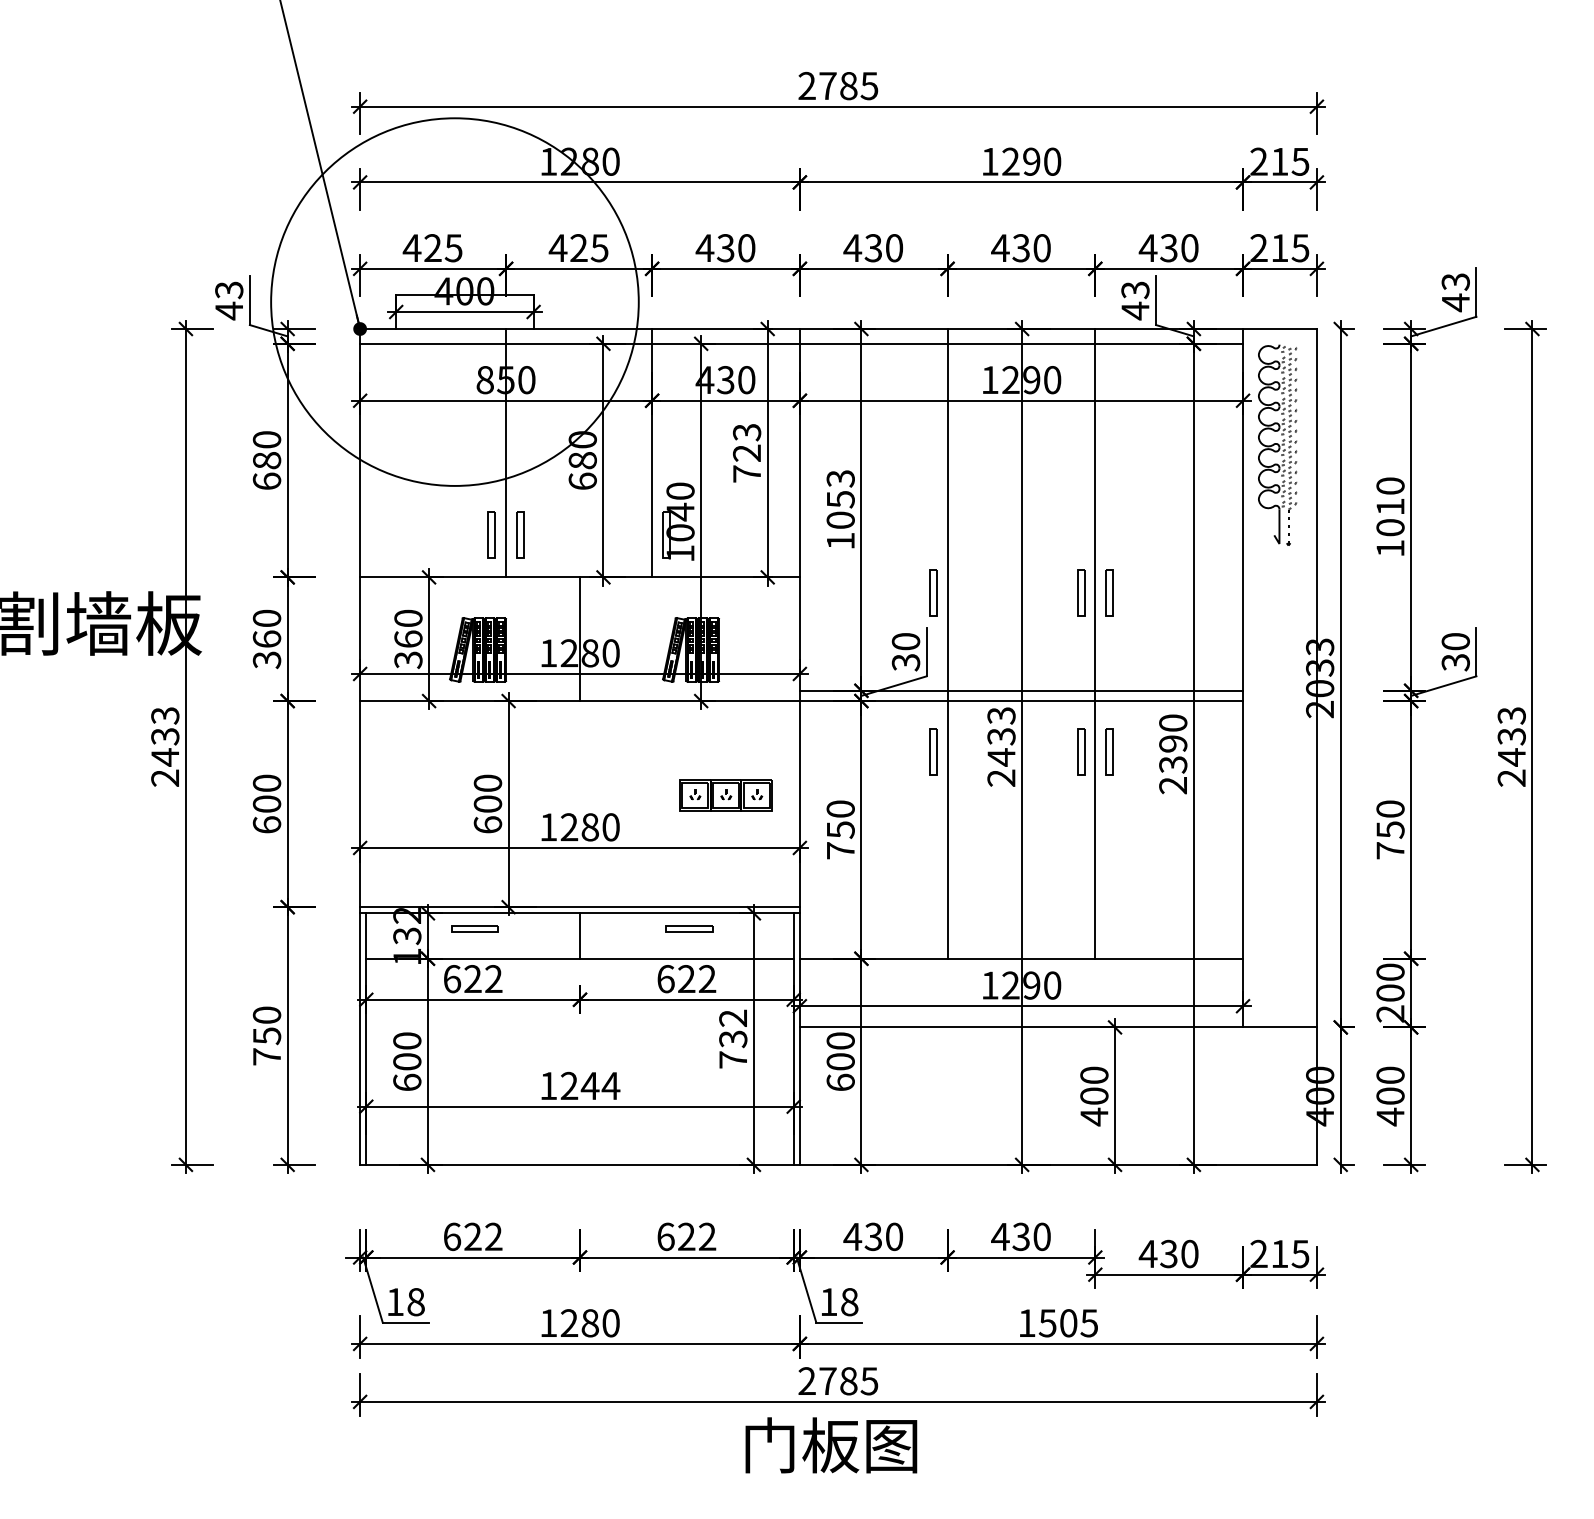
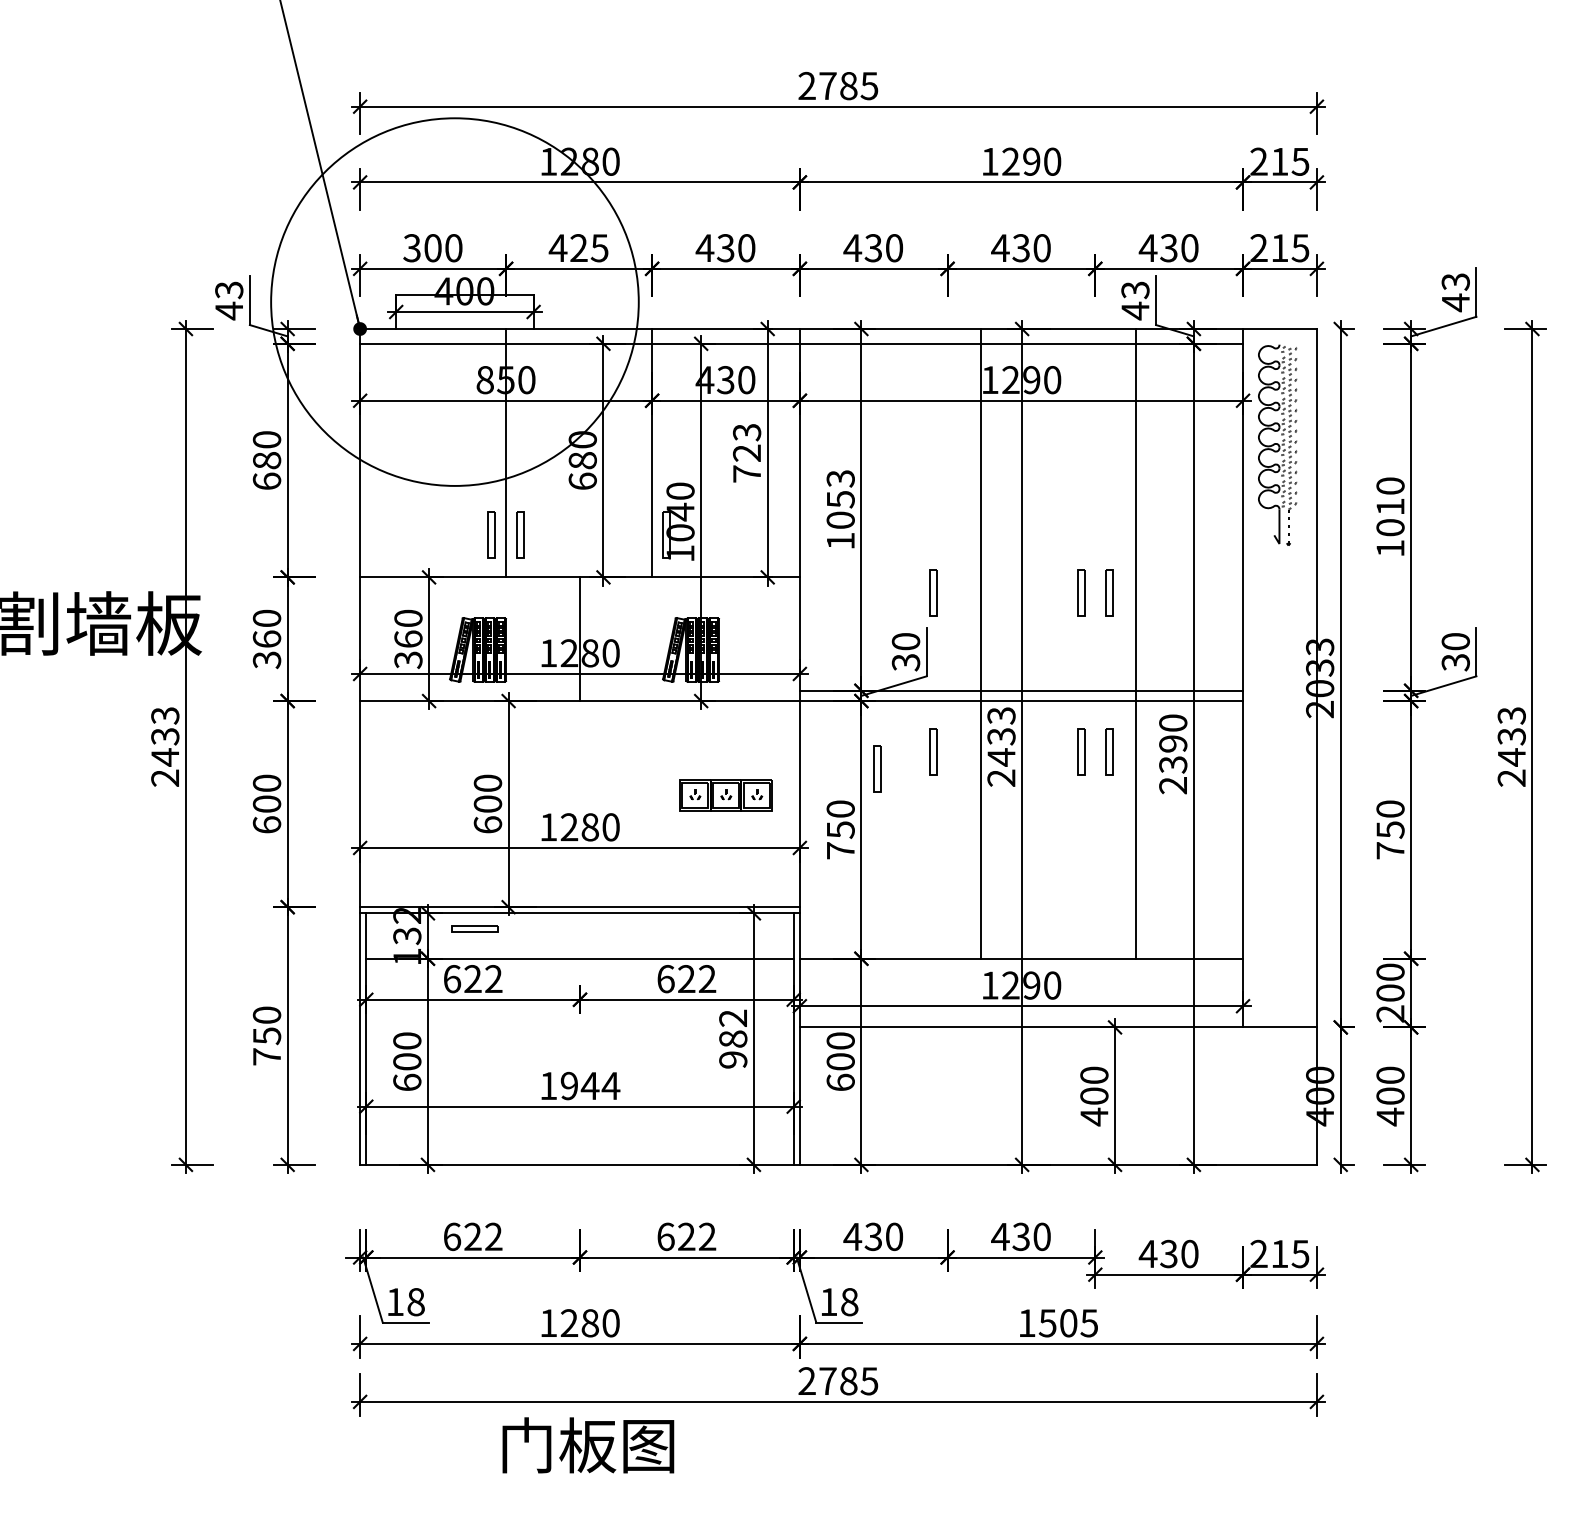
text at (432, 248): 425 -> 300
line at (947, 643) position: (947, 643) -> (980, 643)
line at (1095, 643) position: (1095, 643) -> (1136, 643)
part at (877, 768): none -> present
part at (689, 928): present -> none
line at (580, 935): present -> none
text at (733, 1049): 732 -> 982
text at (569, 1086): 1244 -> 1944
text at (831, 1445) position: (831, 1445) -> (588, 1445)
